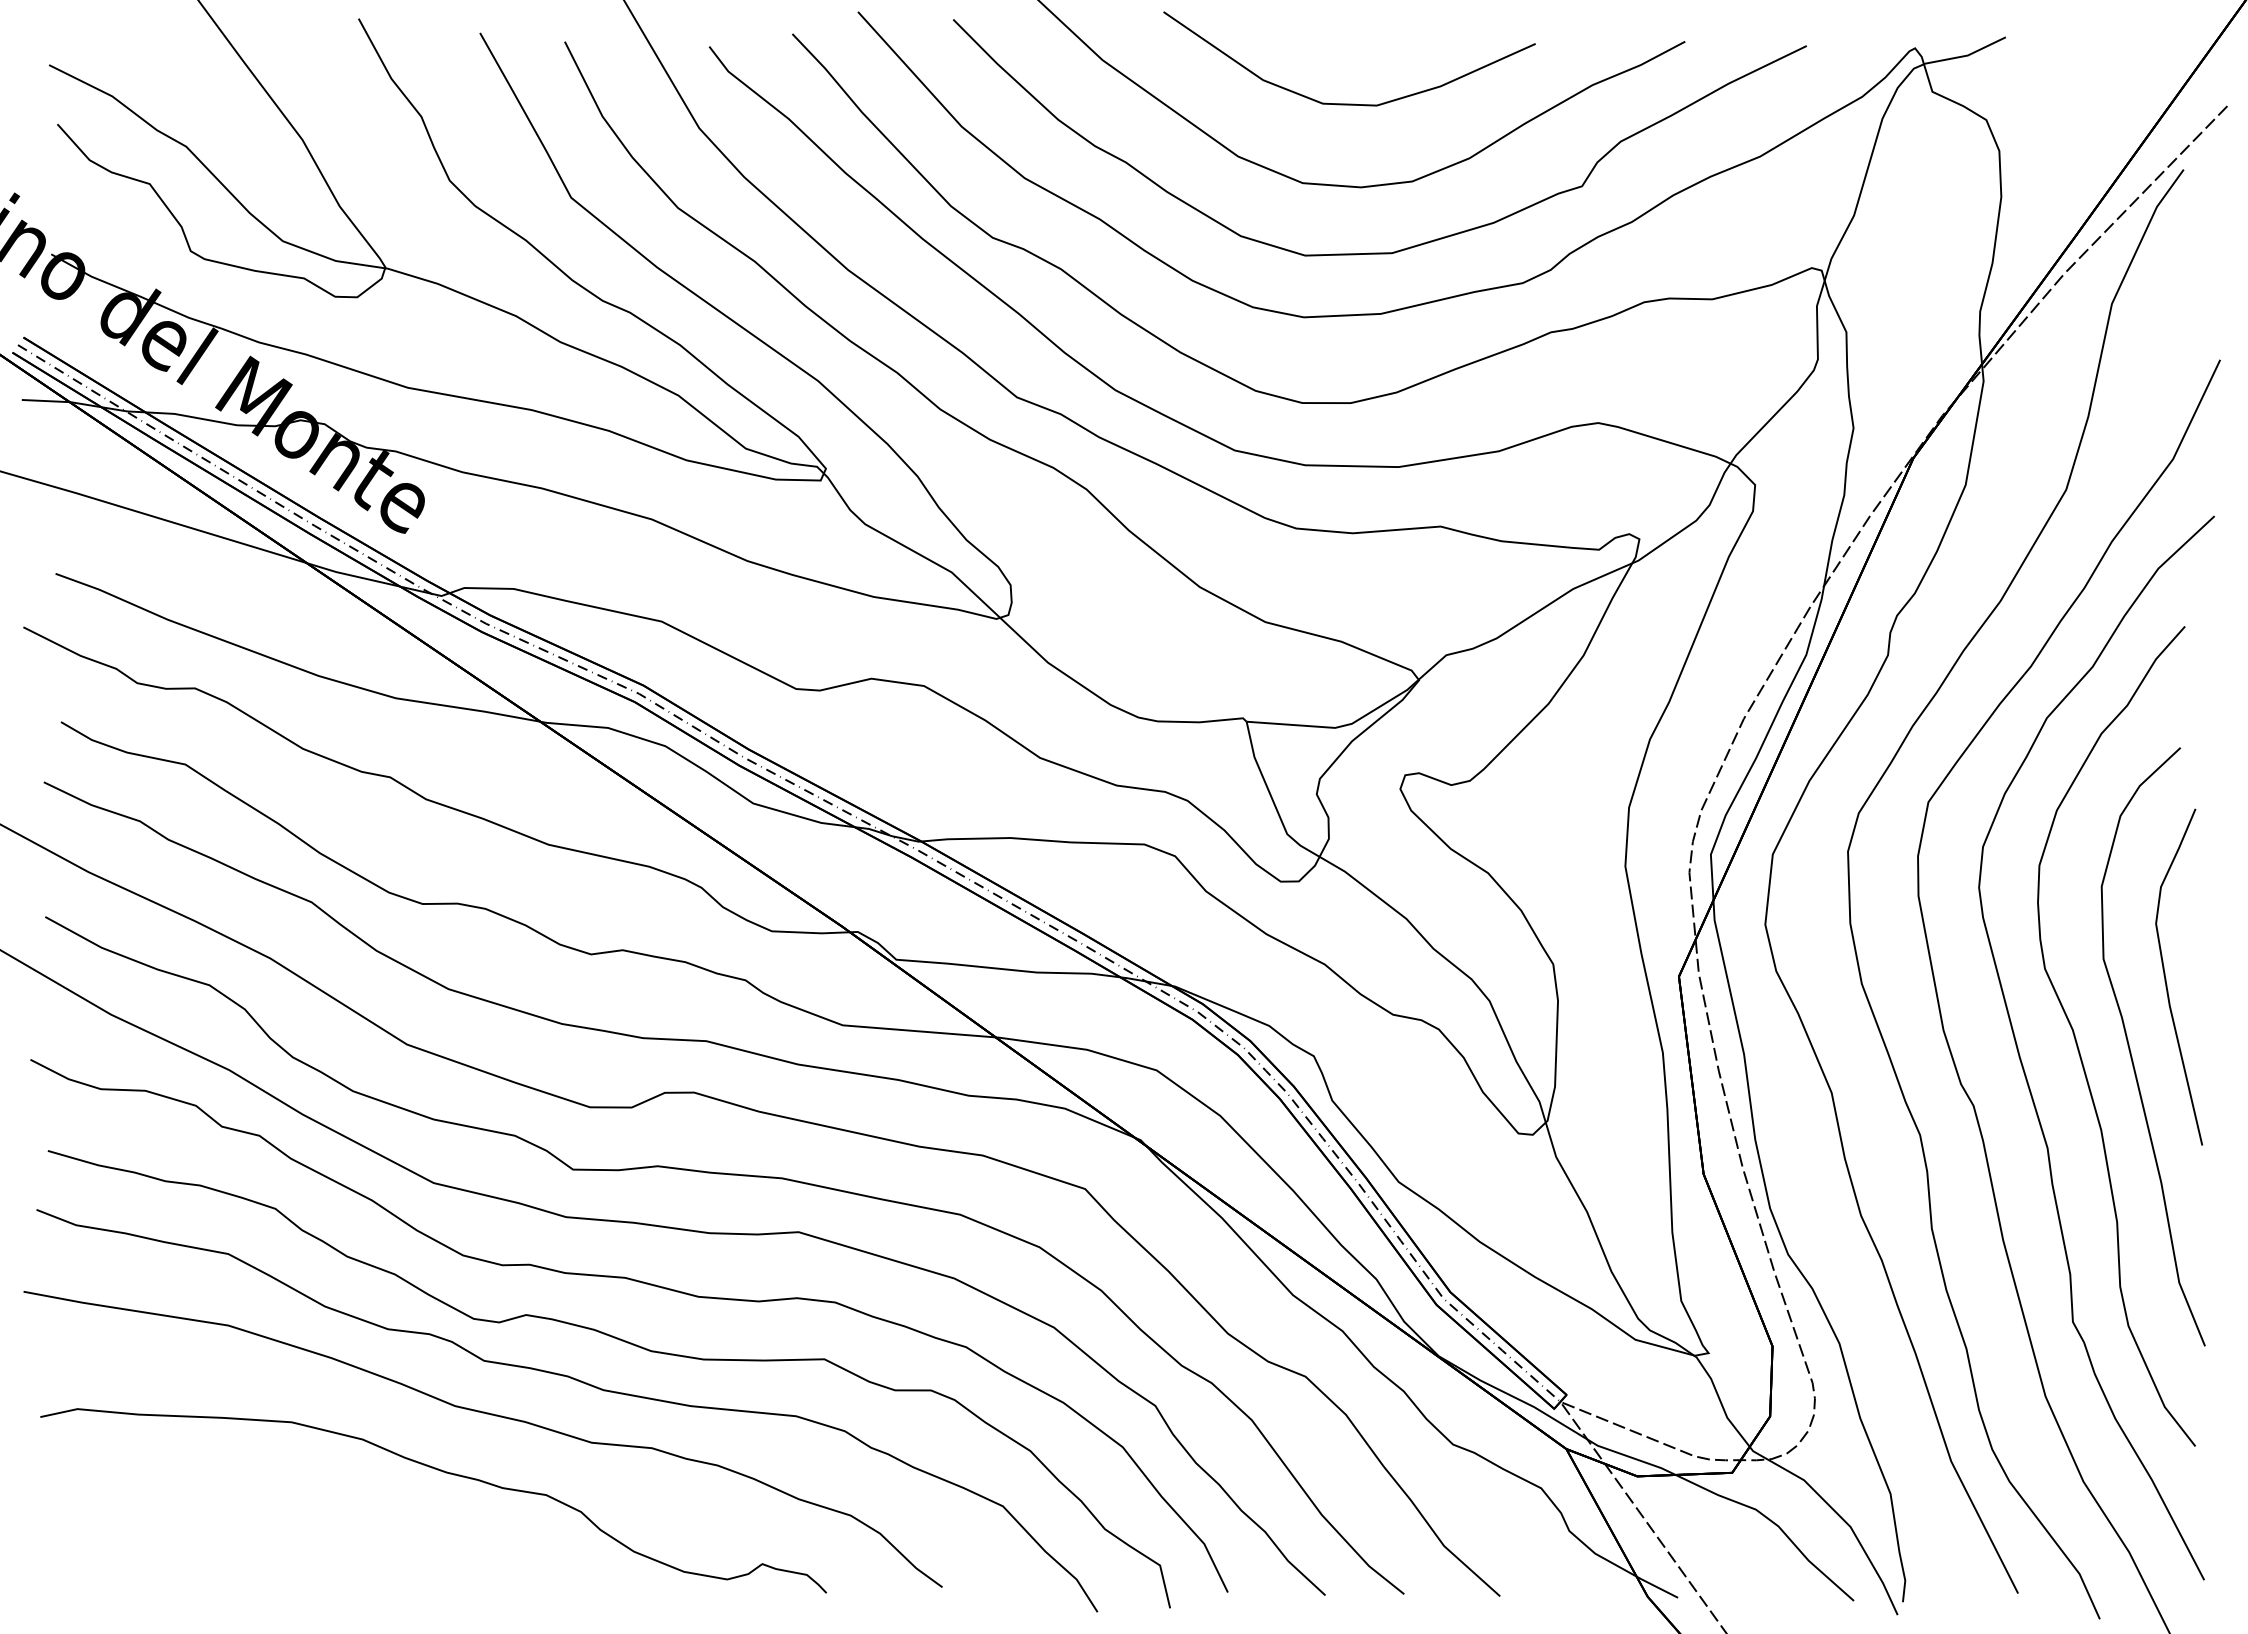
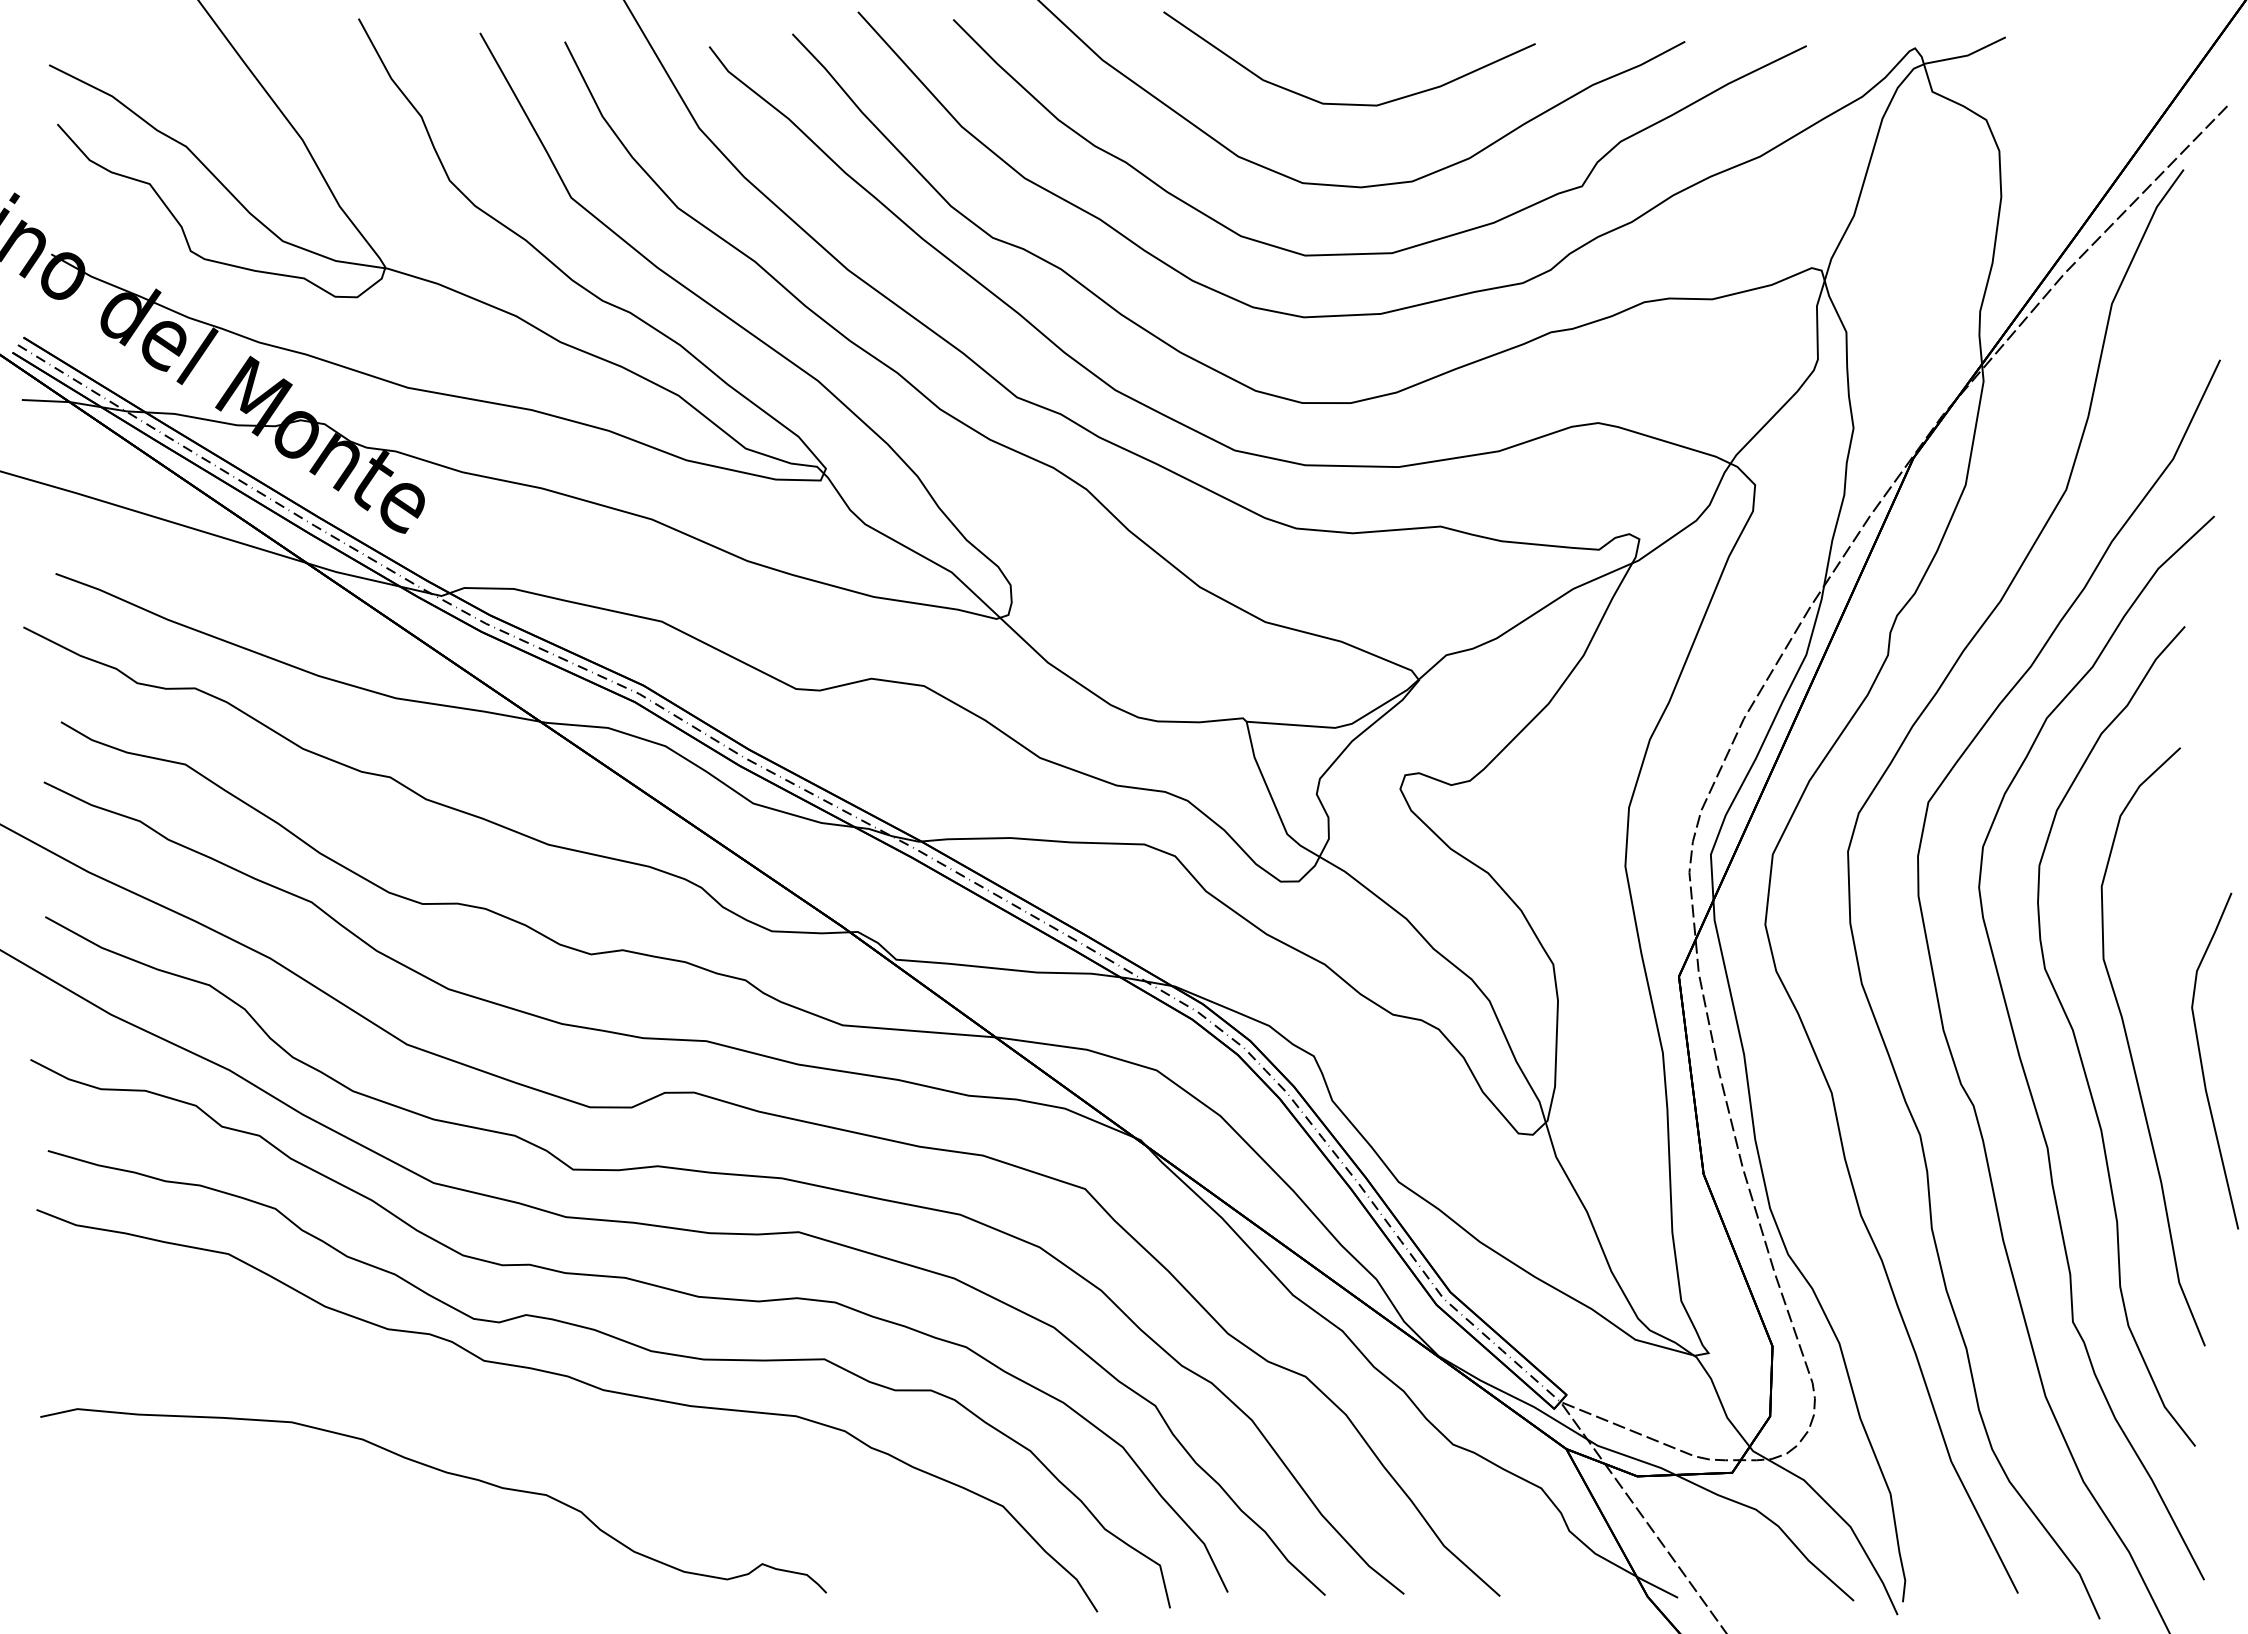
curve at (2166, 978) position: (2166, 978) -> (2202, 1062)
curve at (486, 1414): present -> none
